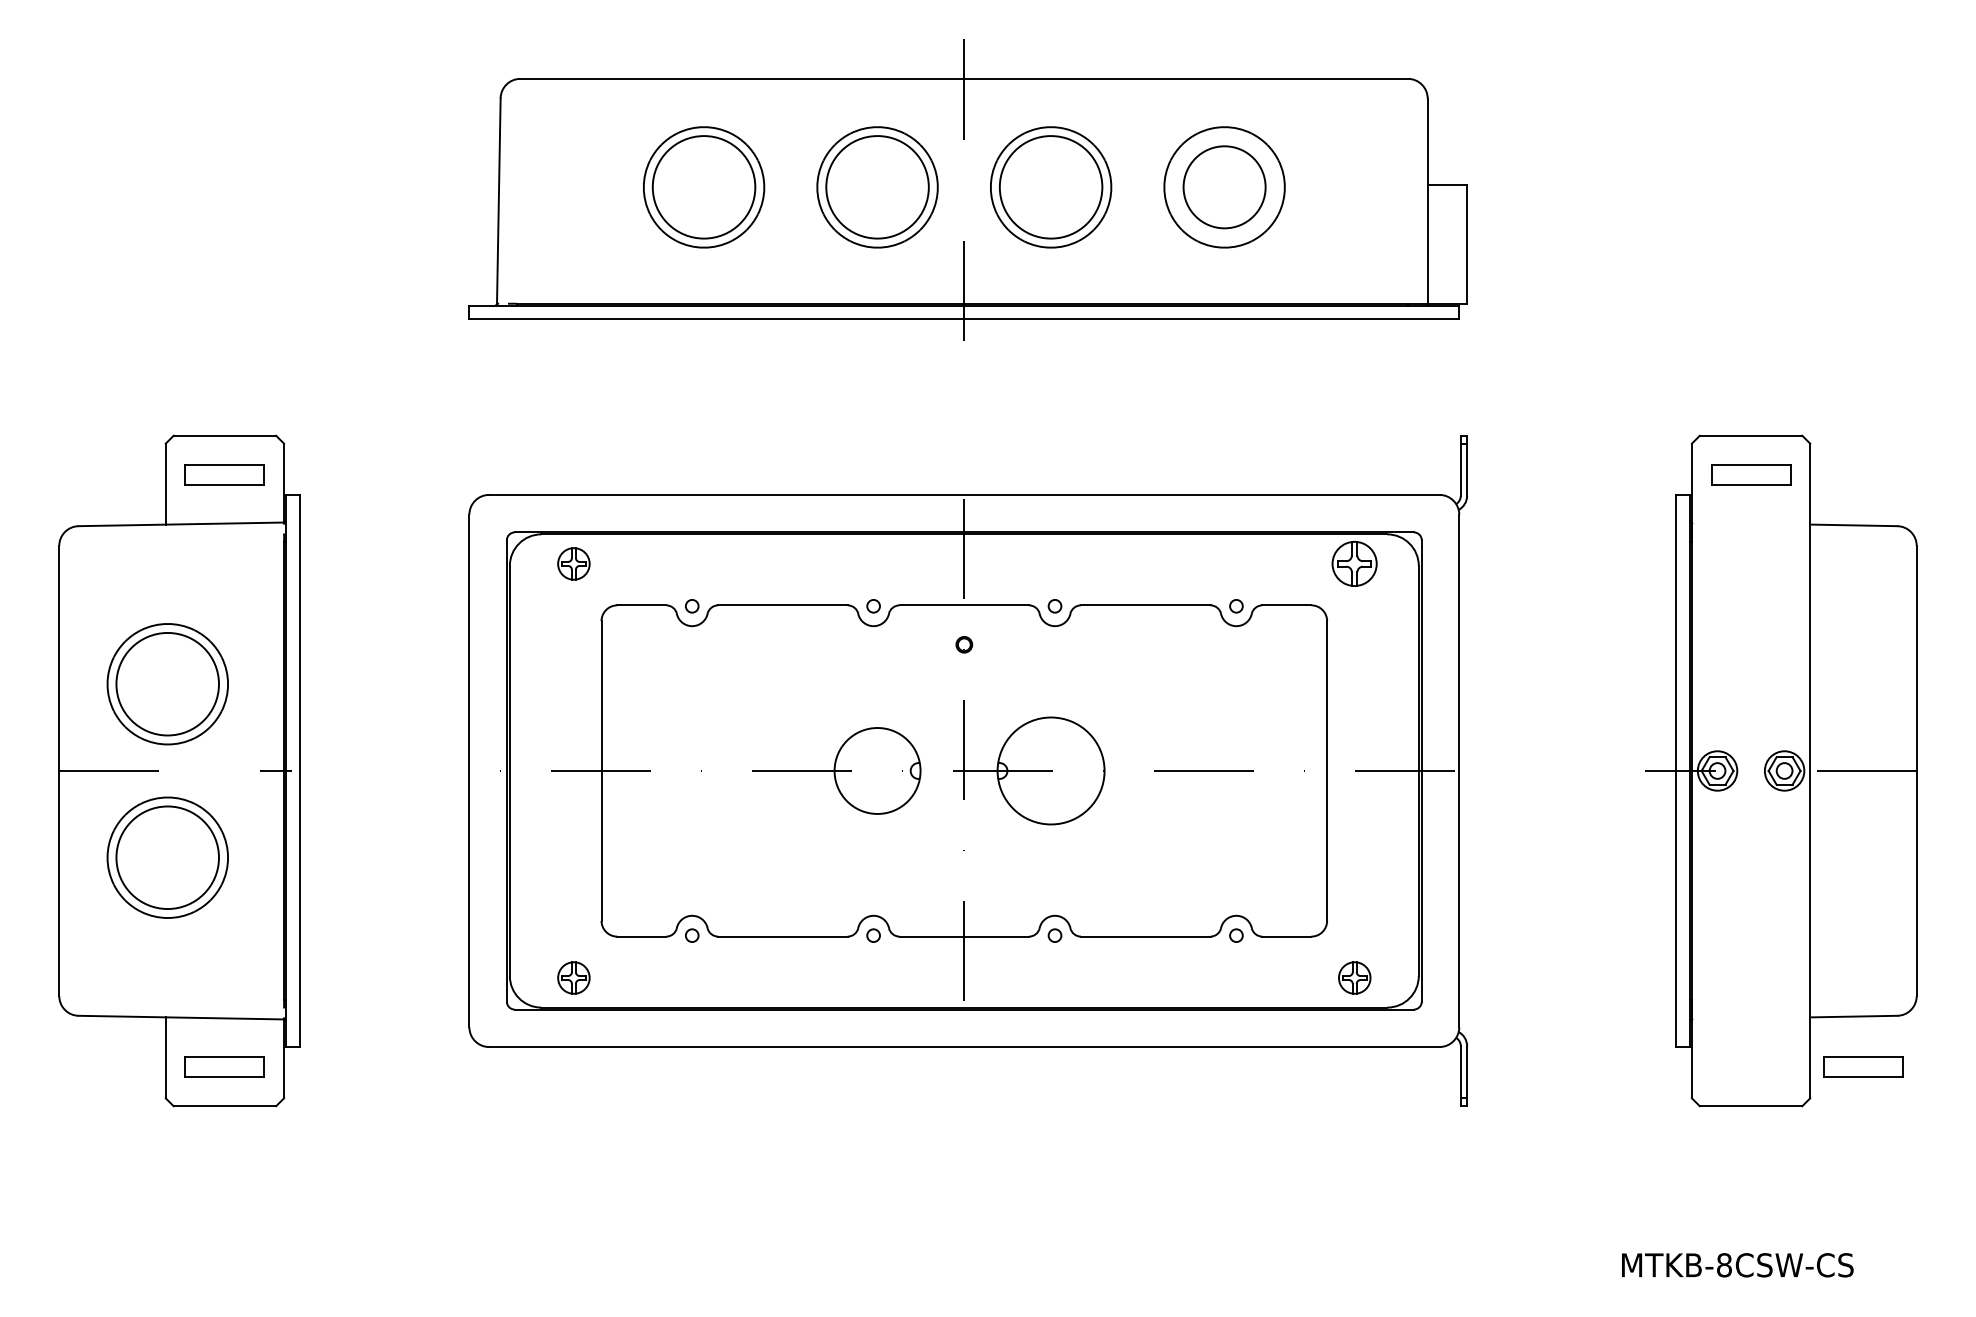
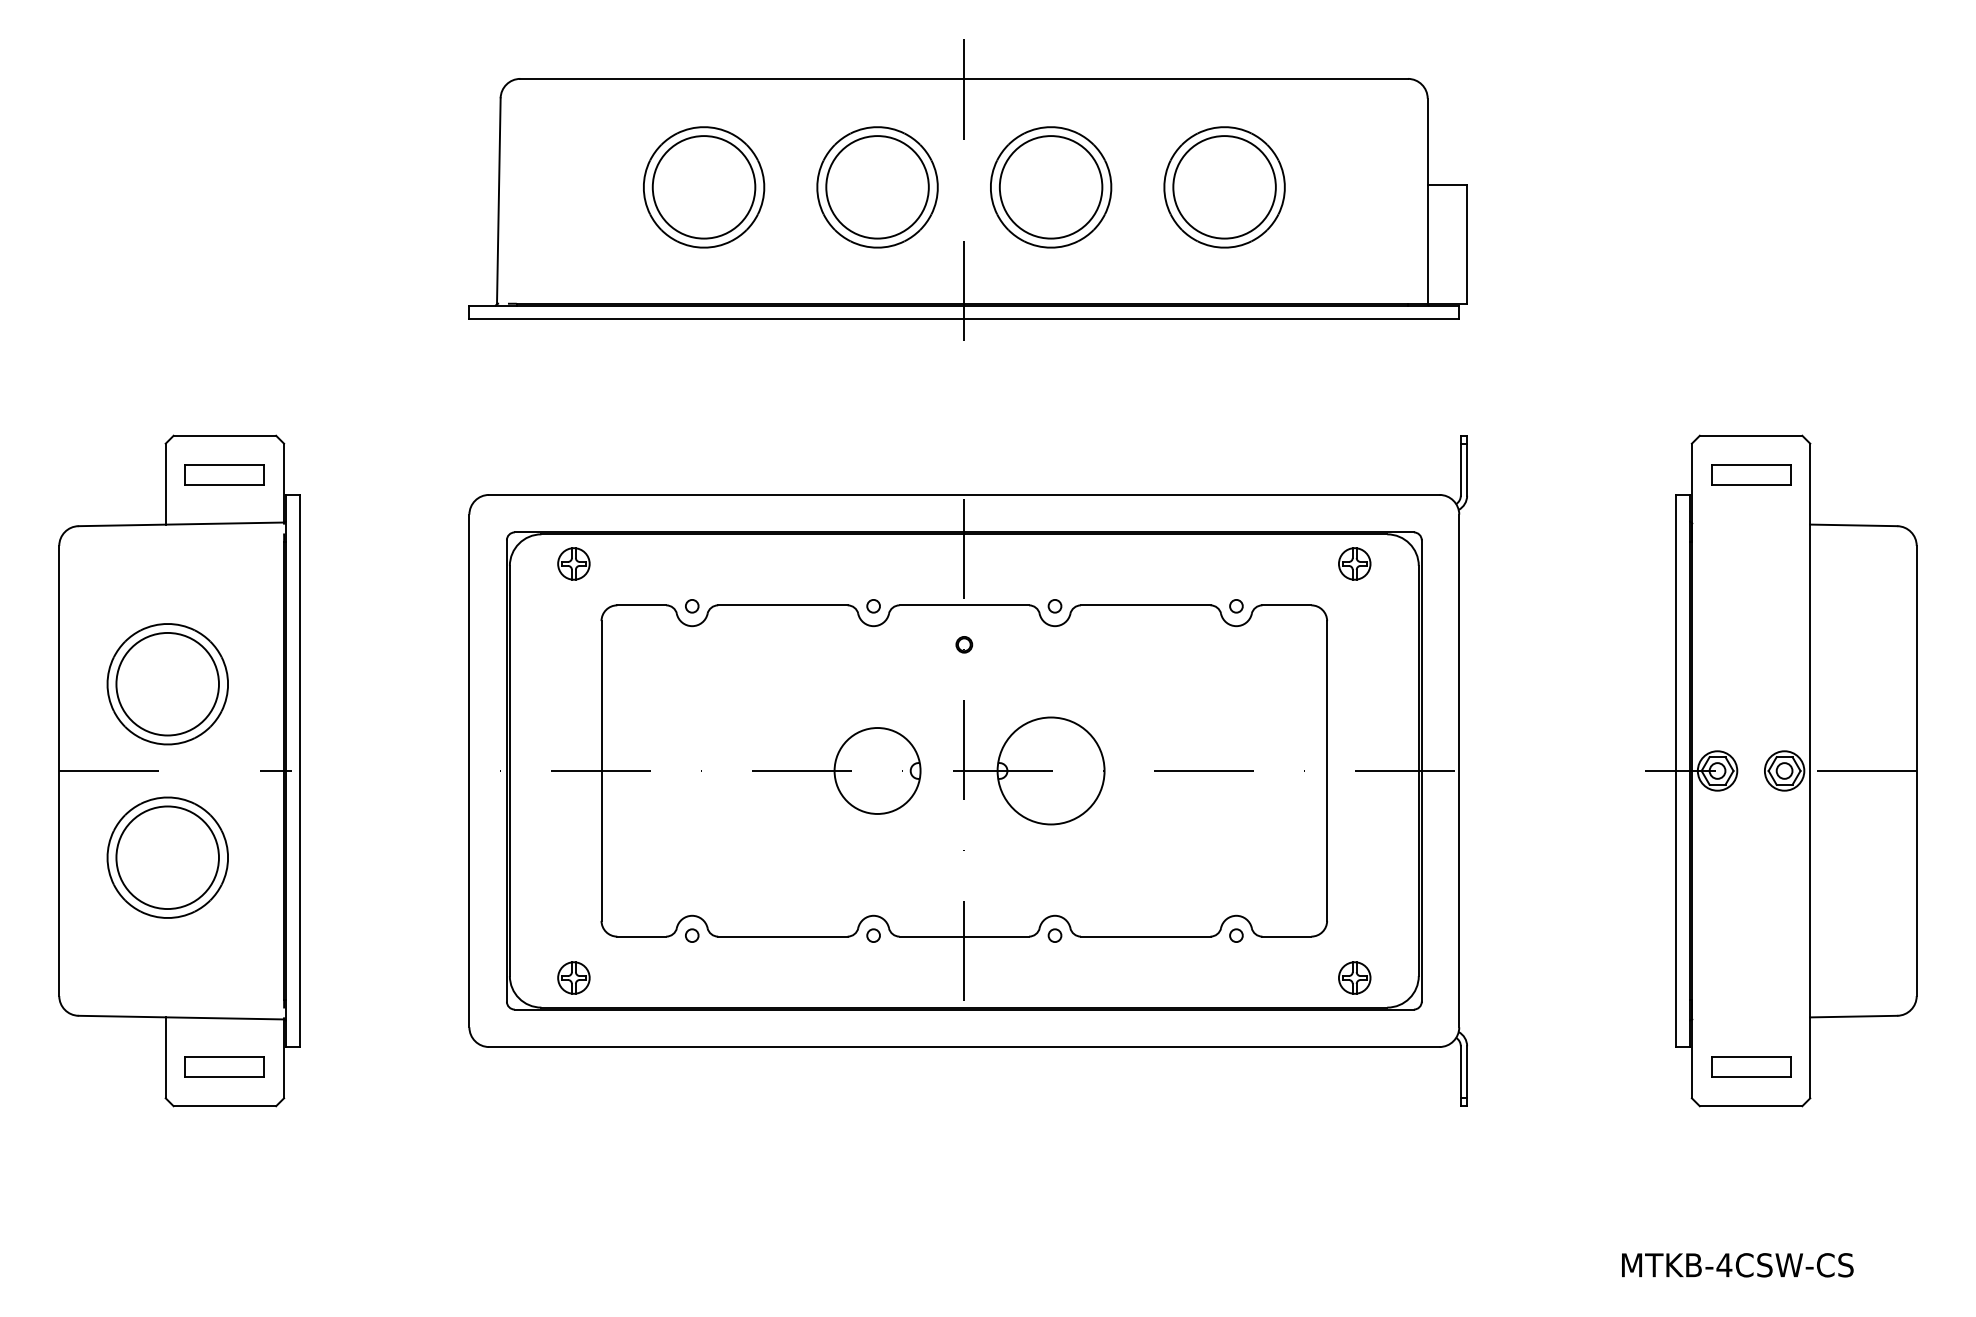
circle at (1224, 187) diameter: 82 px -> 103 px
part at (1354, 563) size: 47x46 px -> 34x34 px
part at (1863, 1066) position: (1863, 1066) -> (1751, 1066)
text at (1724, 1265): MTKB-8CSW-CS -> MTKB-4CSW-CS
